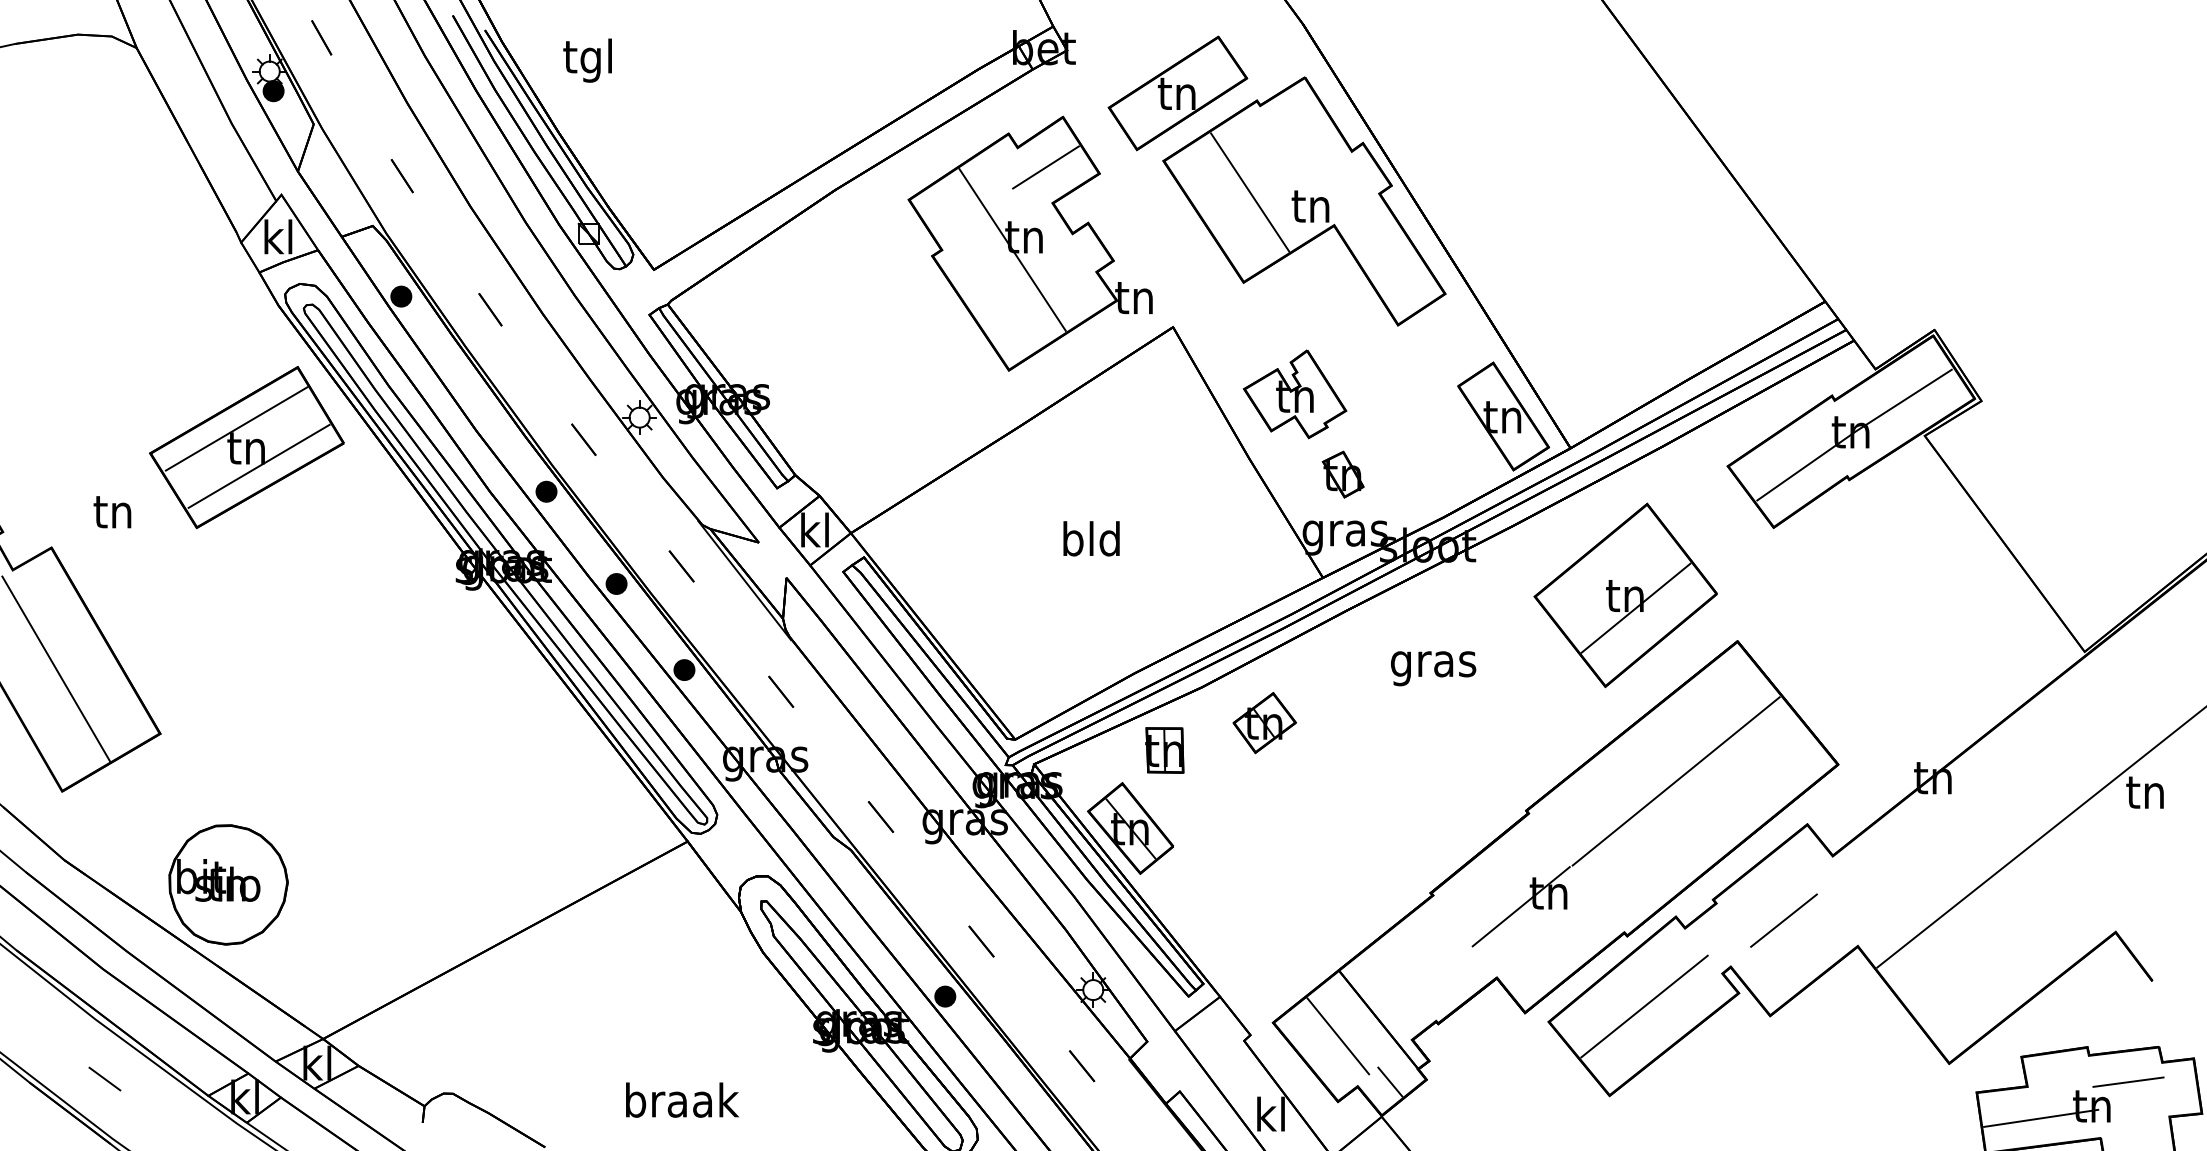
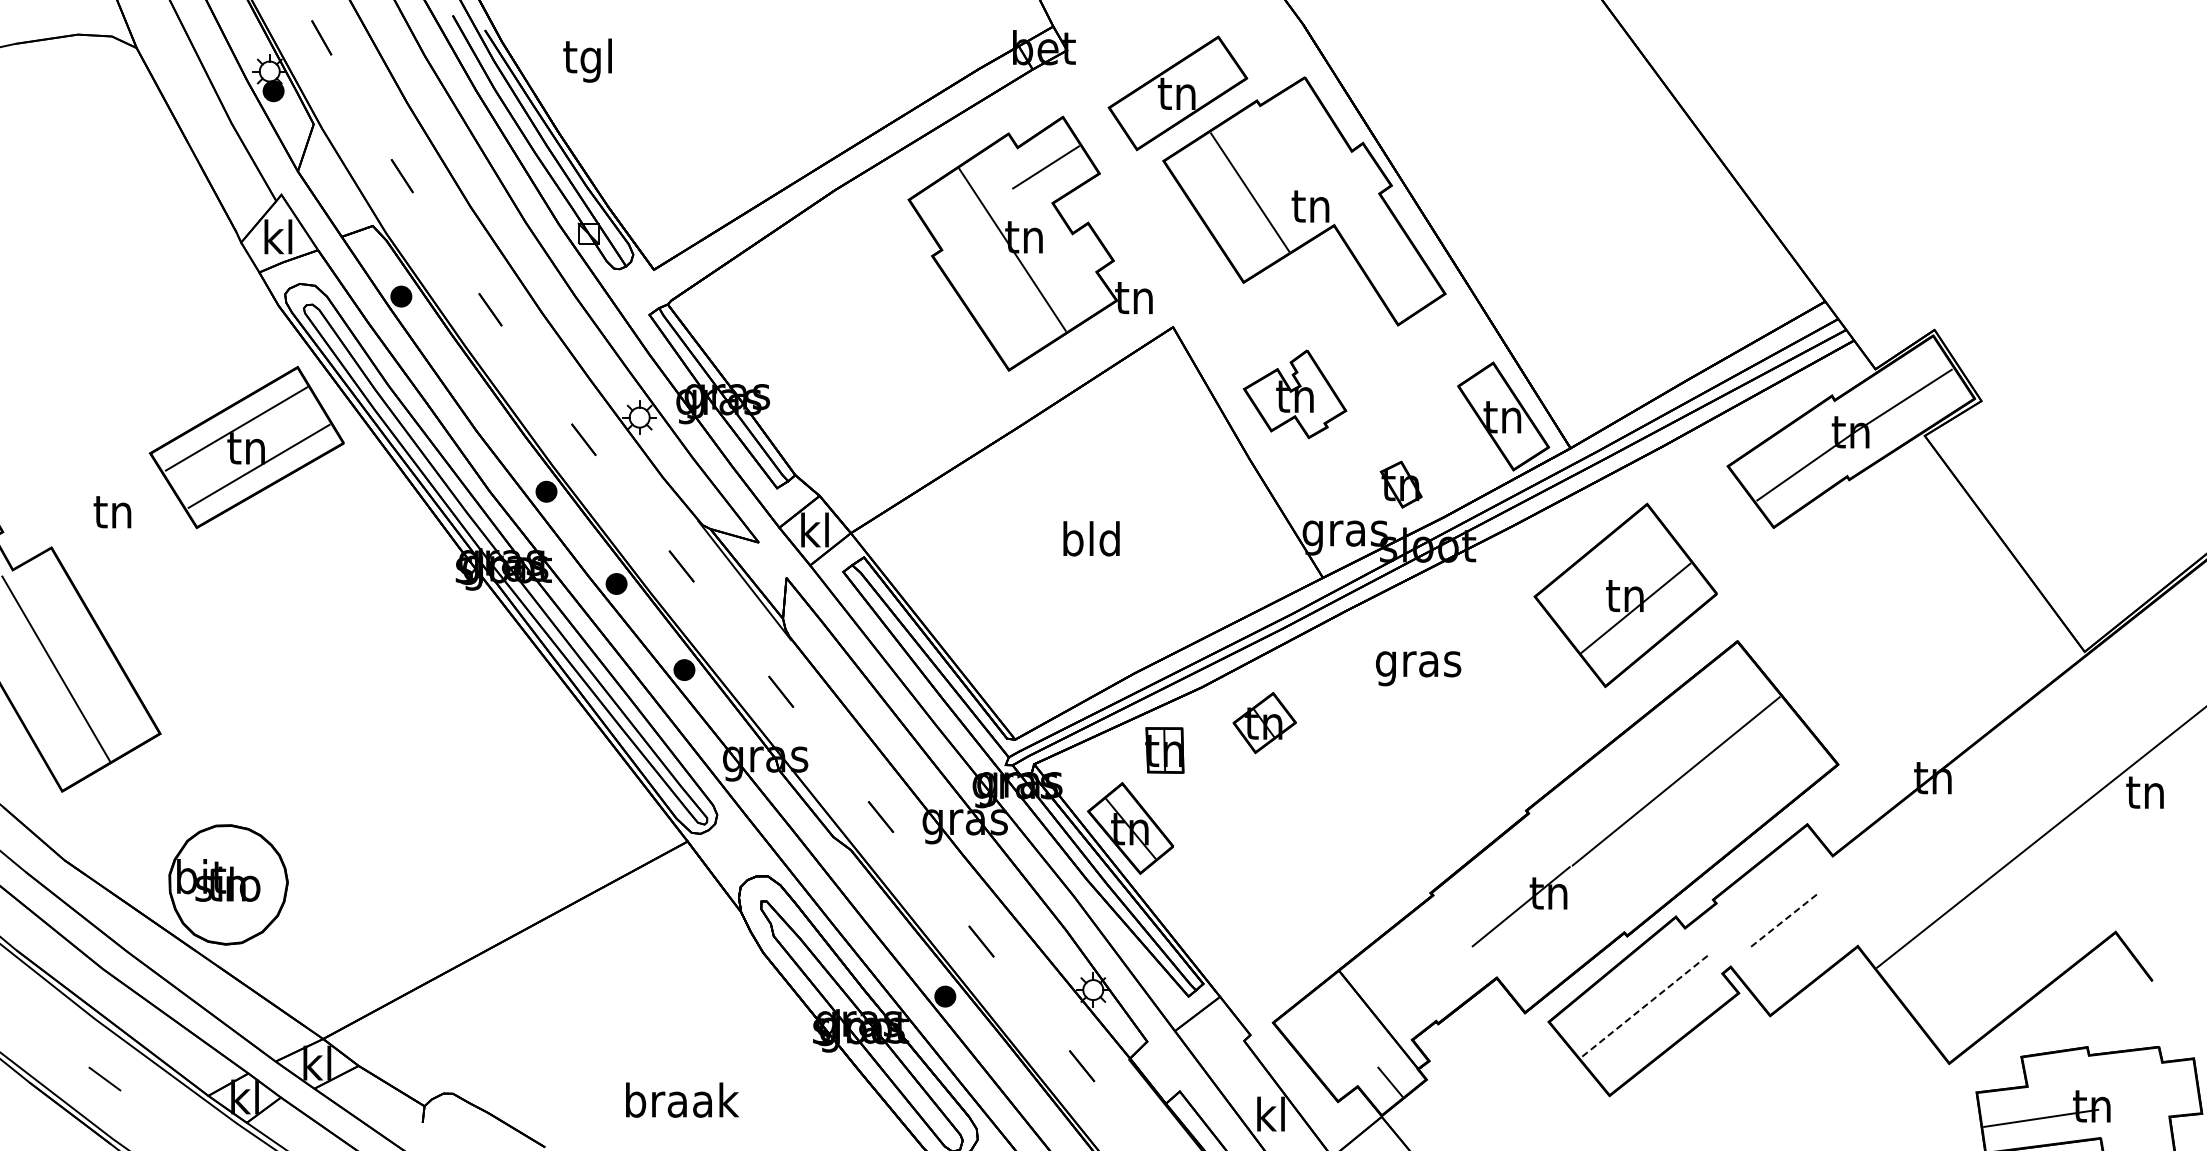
part at (1342, 474) position: (1342, 474) -> (1400, 484)
text at (1433, 668) position: (1433, 668) -> (1418, 668)
line at (1783, 920): solid -> dashed
line at (1644, 1006): solid -> dashed
line at (1338, 1036): present -> none
line at (2128, 1081): present -> none
